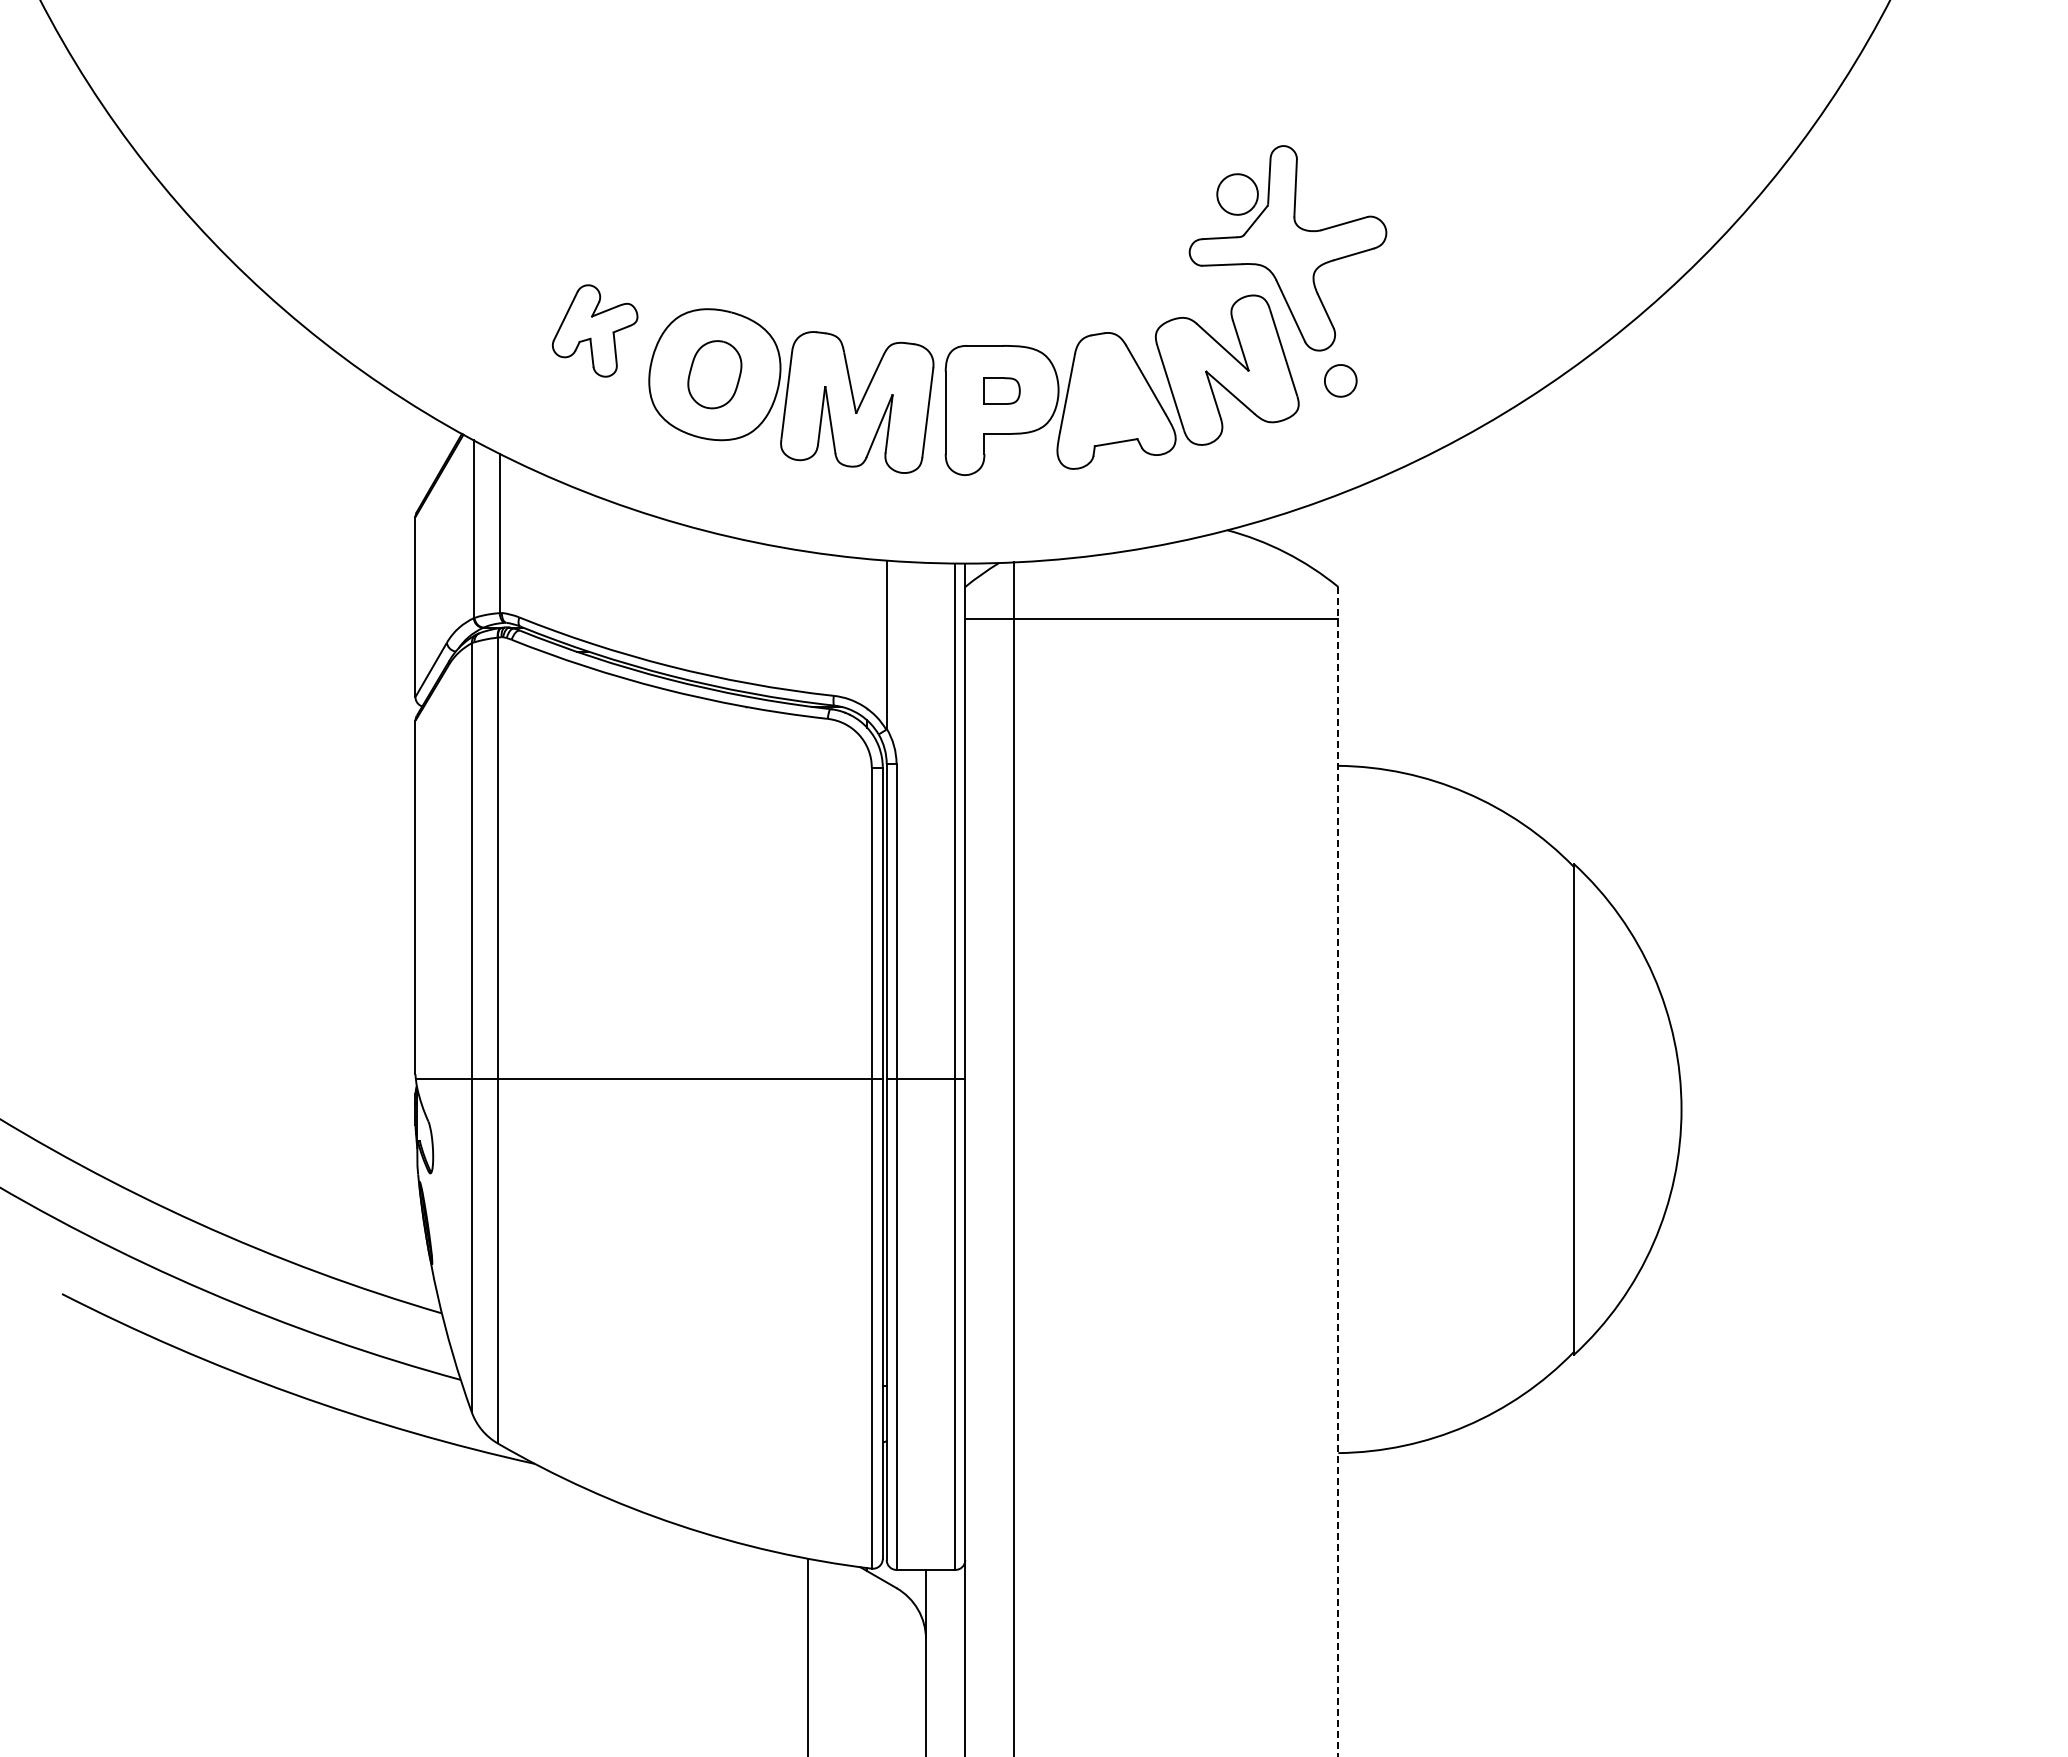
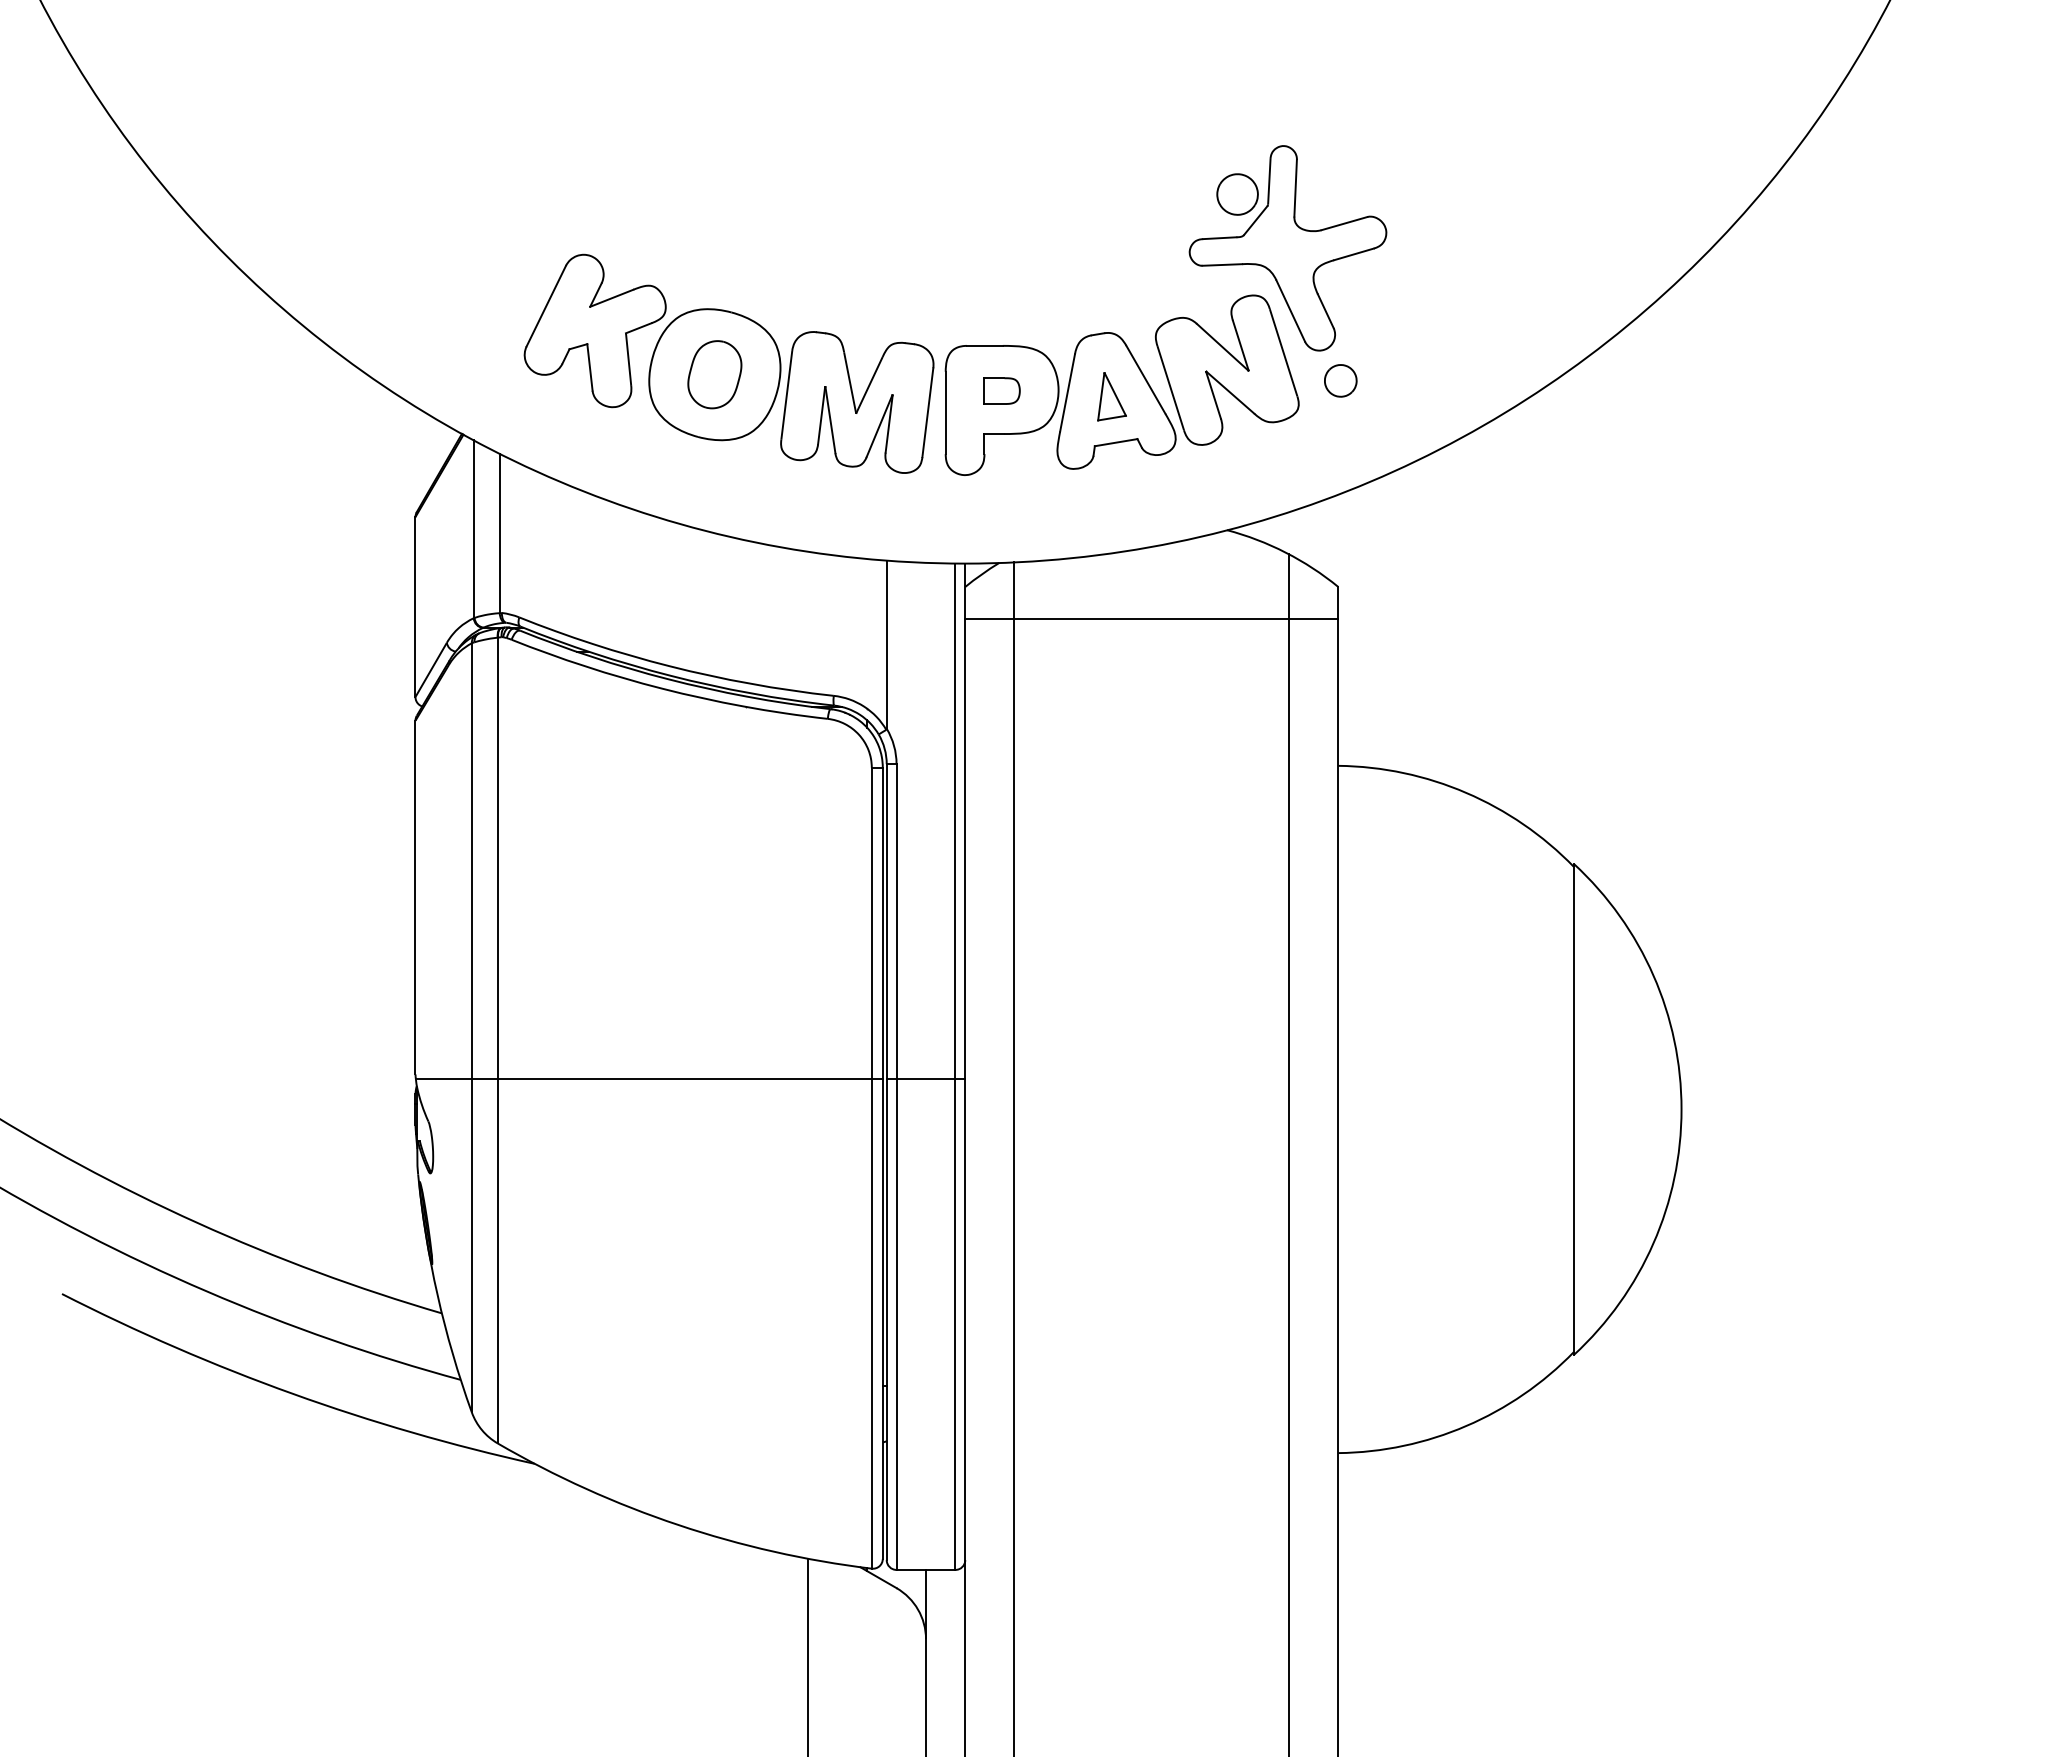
part at (594, 330) size: 88x94 px -> 144x156 px
part at (1111, 396): none -> present
line at (1289, 1153): none -> present
line at (1338, 1171): dashed -> solid
